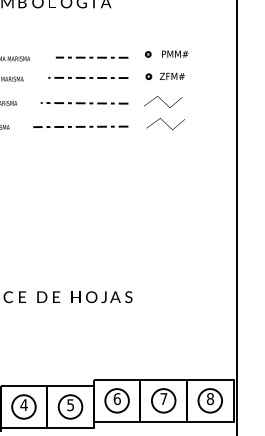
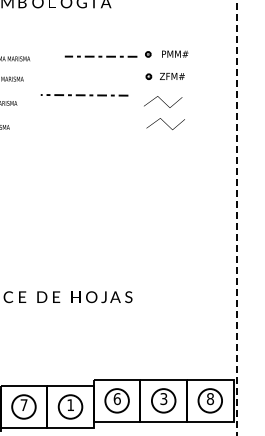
line at (91, 57) position: (91, 57) -> (100, 56)
line at (89, 77): present -> none
line at (84, 103) position: (84, 103) -> (84, 95)
line at (80, 126): present -> none
line at (237, 217): solid -> dashed
text at (163, 399): 7 -> 3
text at (23, 404): 4 -> 7
text at (70, 405): 5 -> 1
